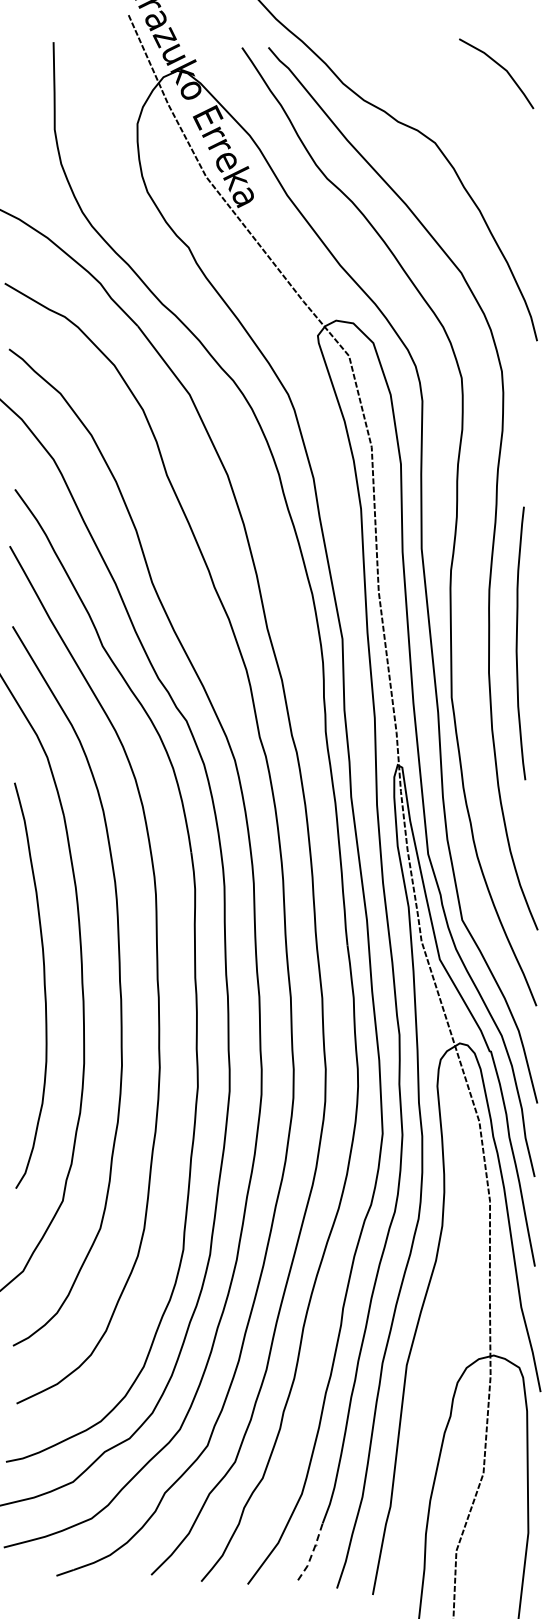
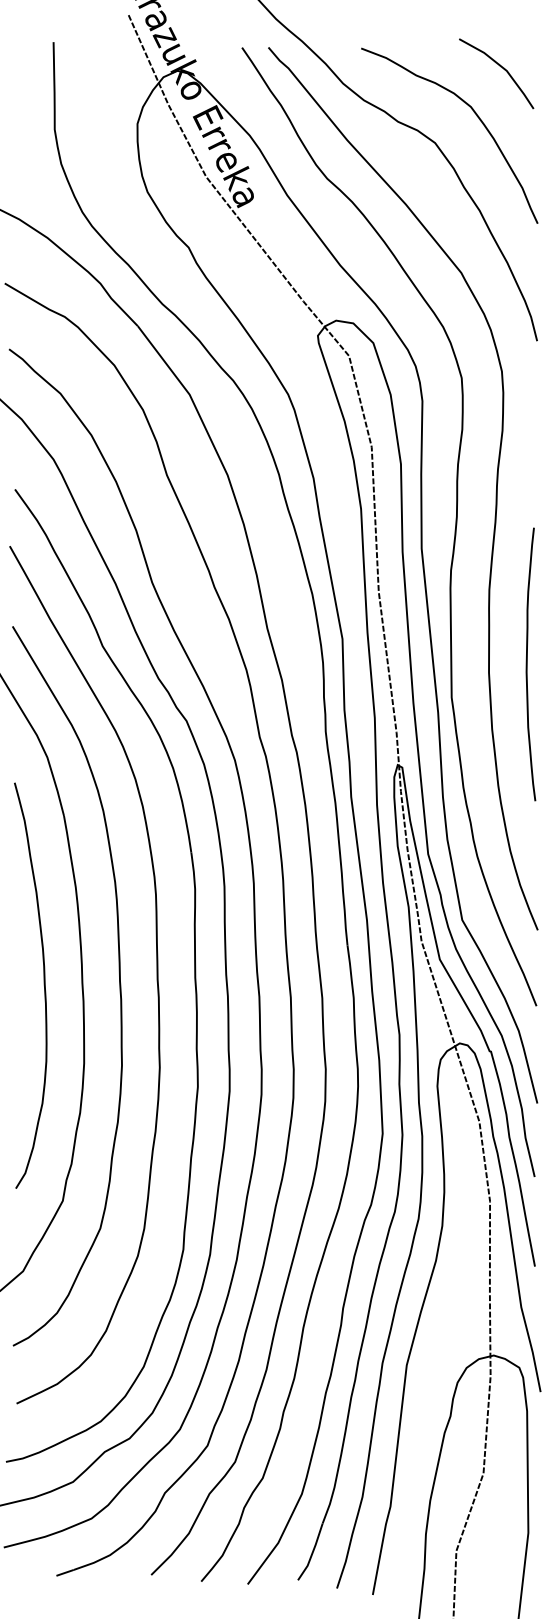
curve at (476, 116): none -> present
curve at (517, 643) position: (517, 643) -> (527, 664)
line at (312, 1552): dashed -> solid
